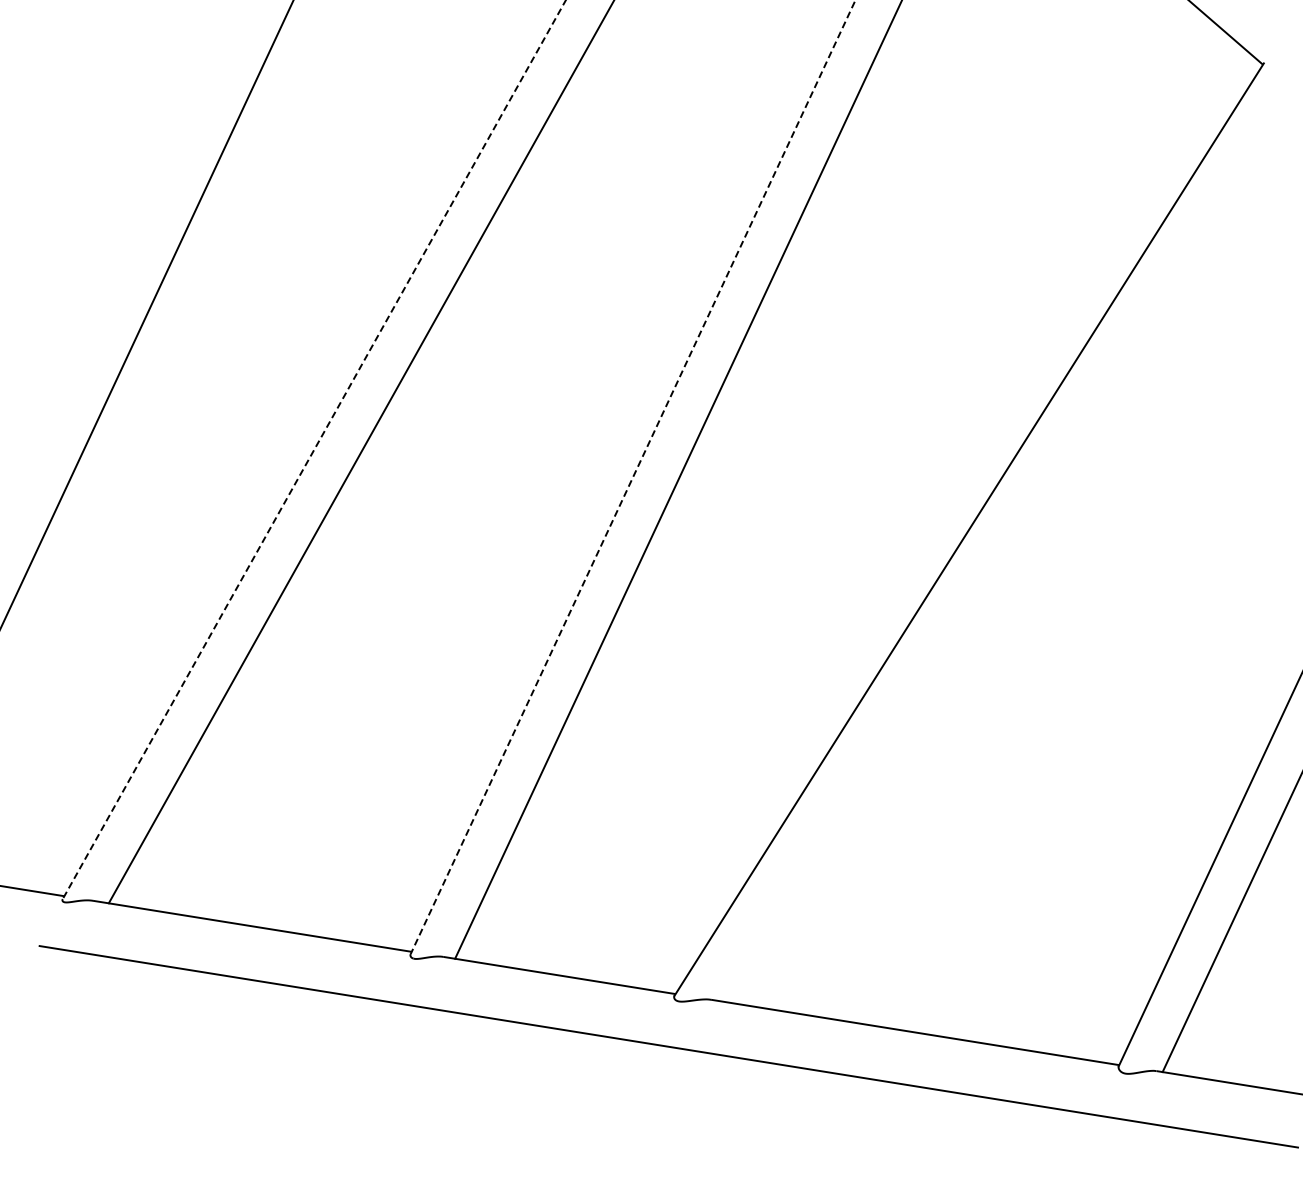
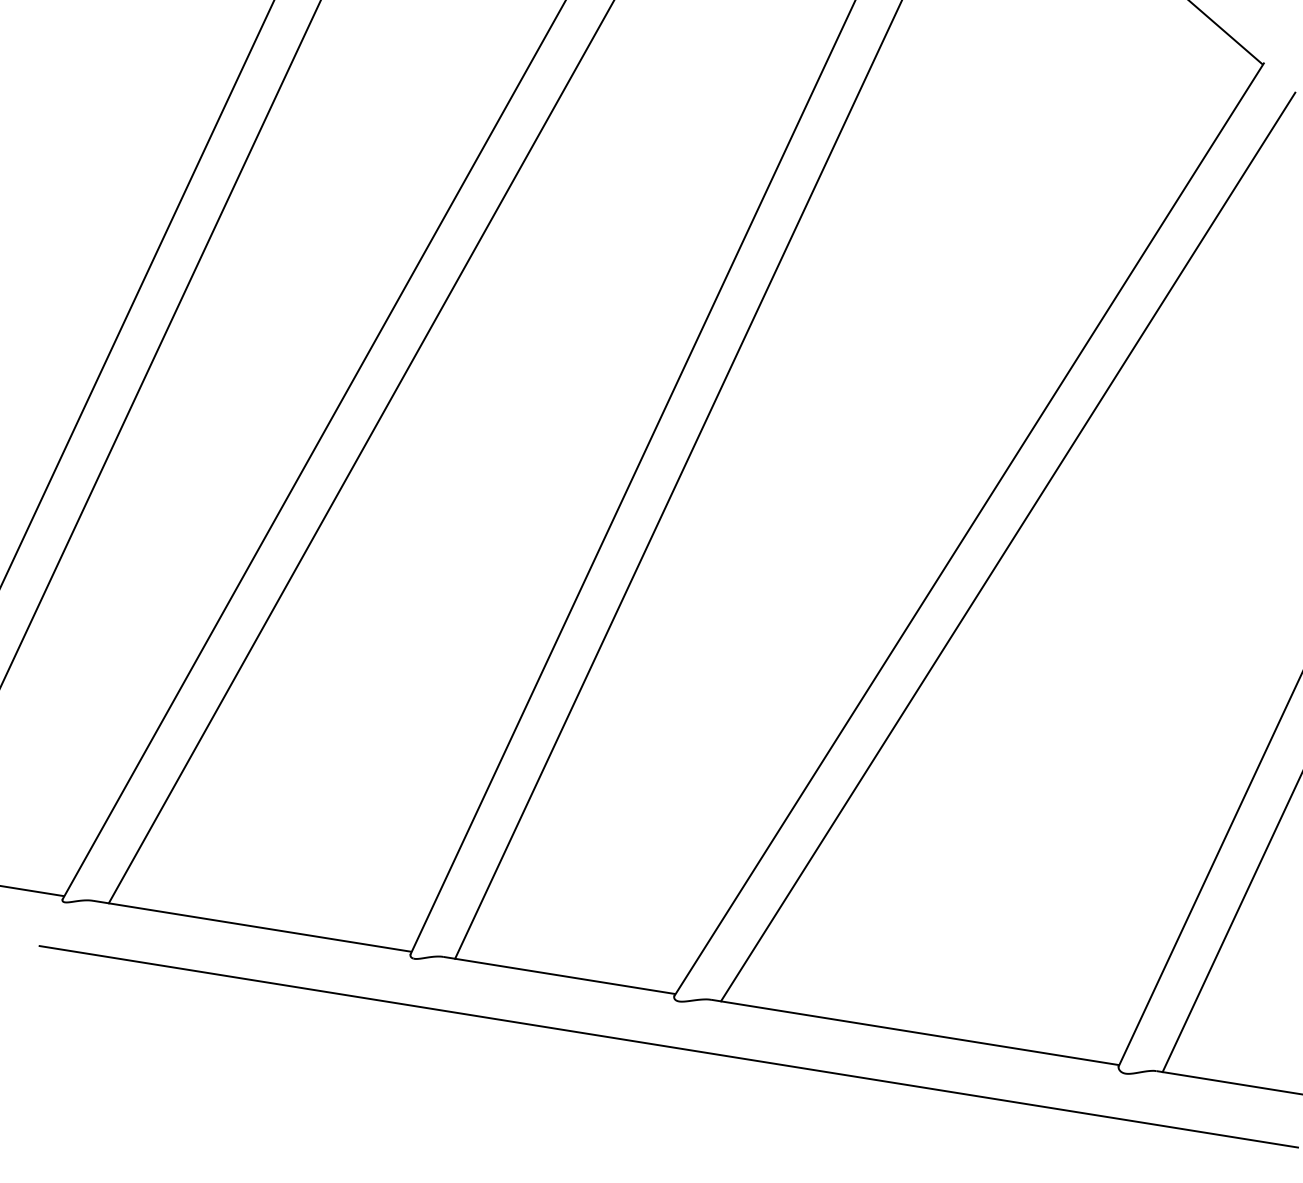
line at (147, 313) position: (147, 313) -> (137, 293)
line at (160, 342): none -> present
line at (314, 449): dashed -> solid
line at (632, 477): dashed -> solid
line at (1007, 546): none -> present
